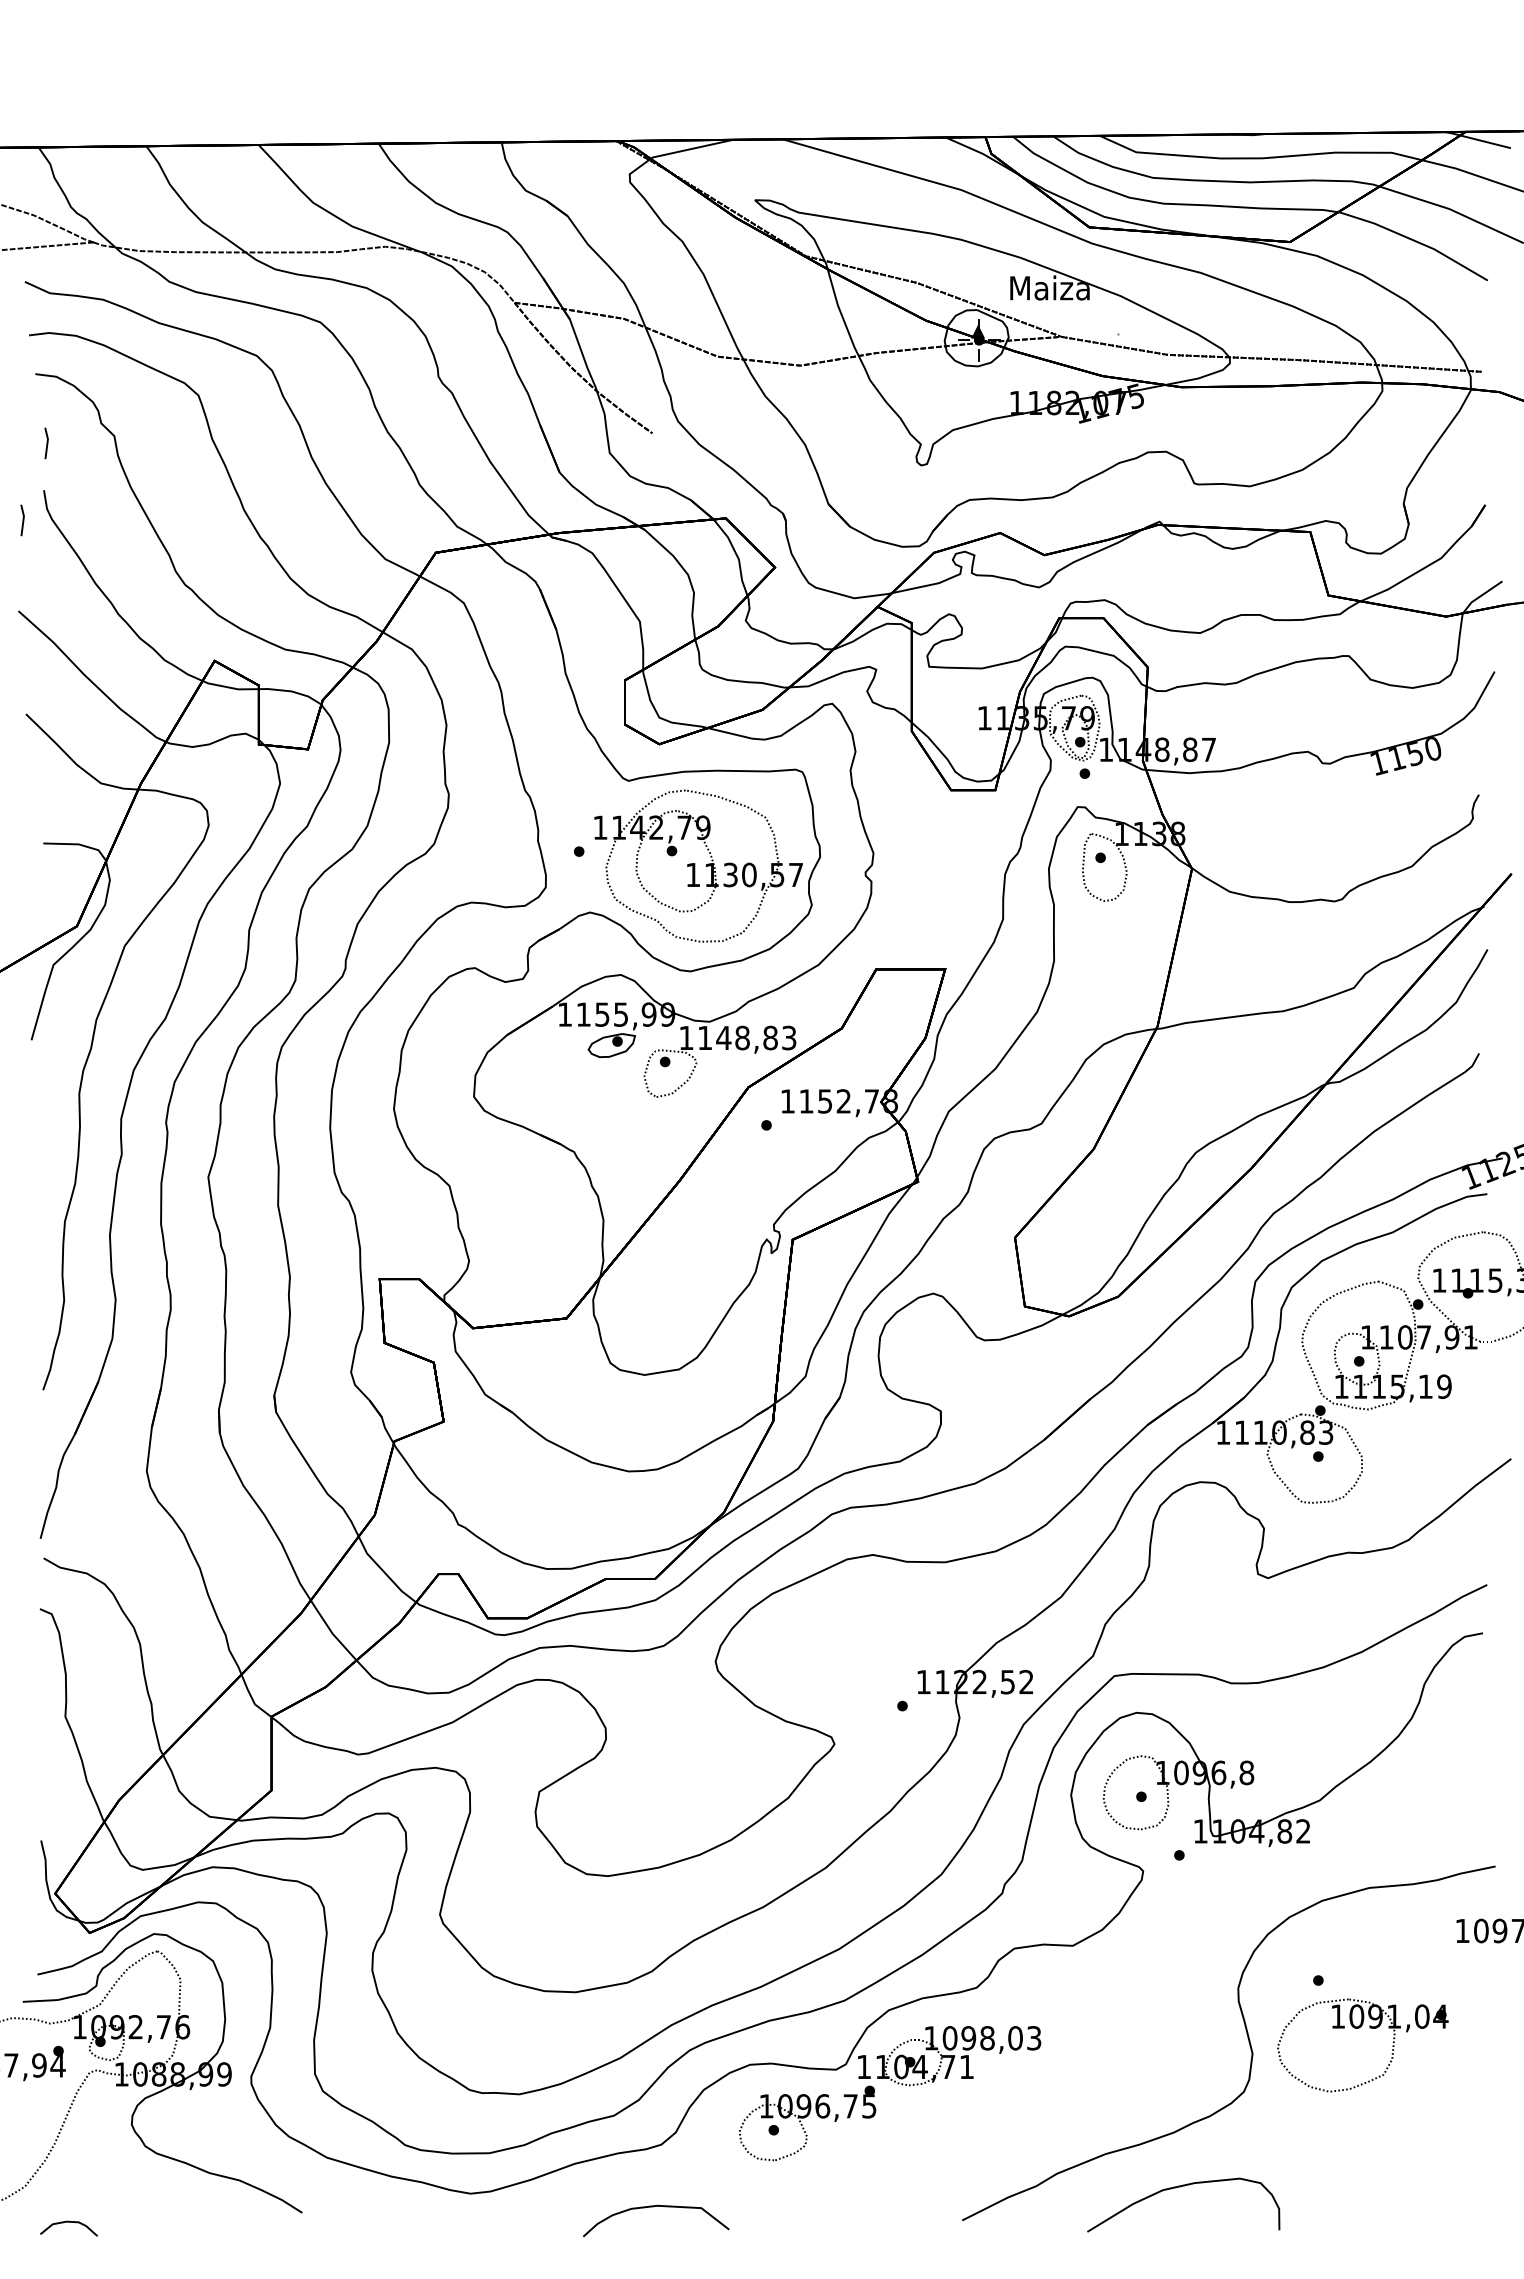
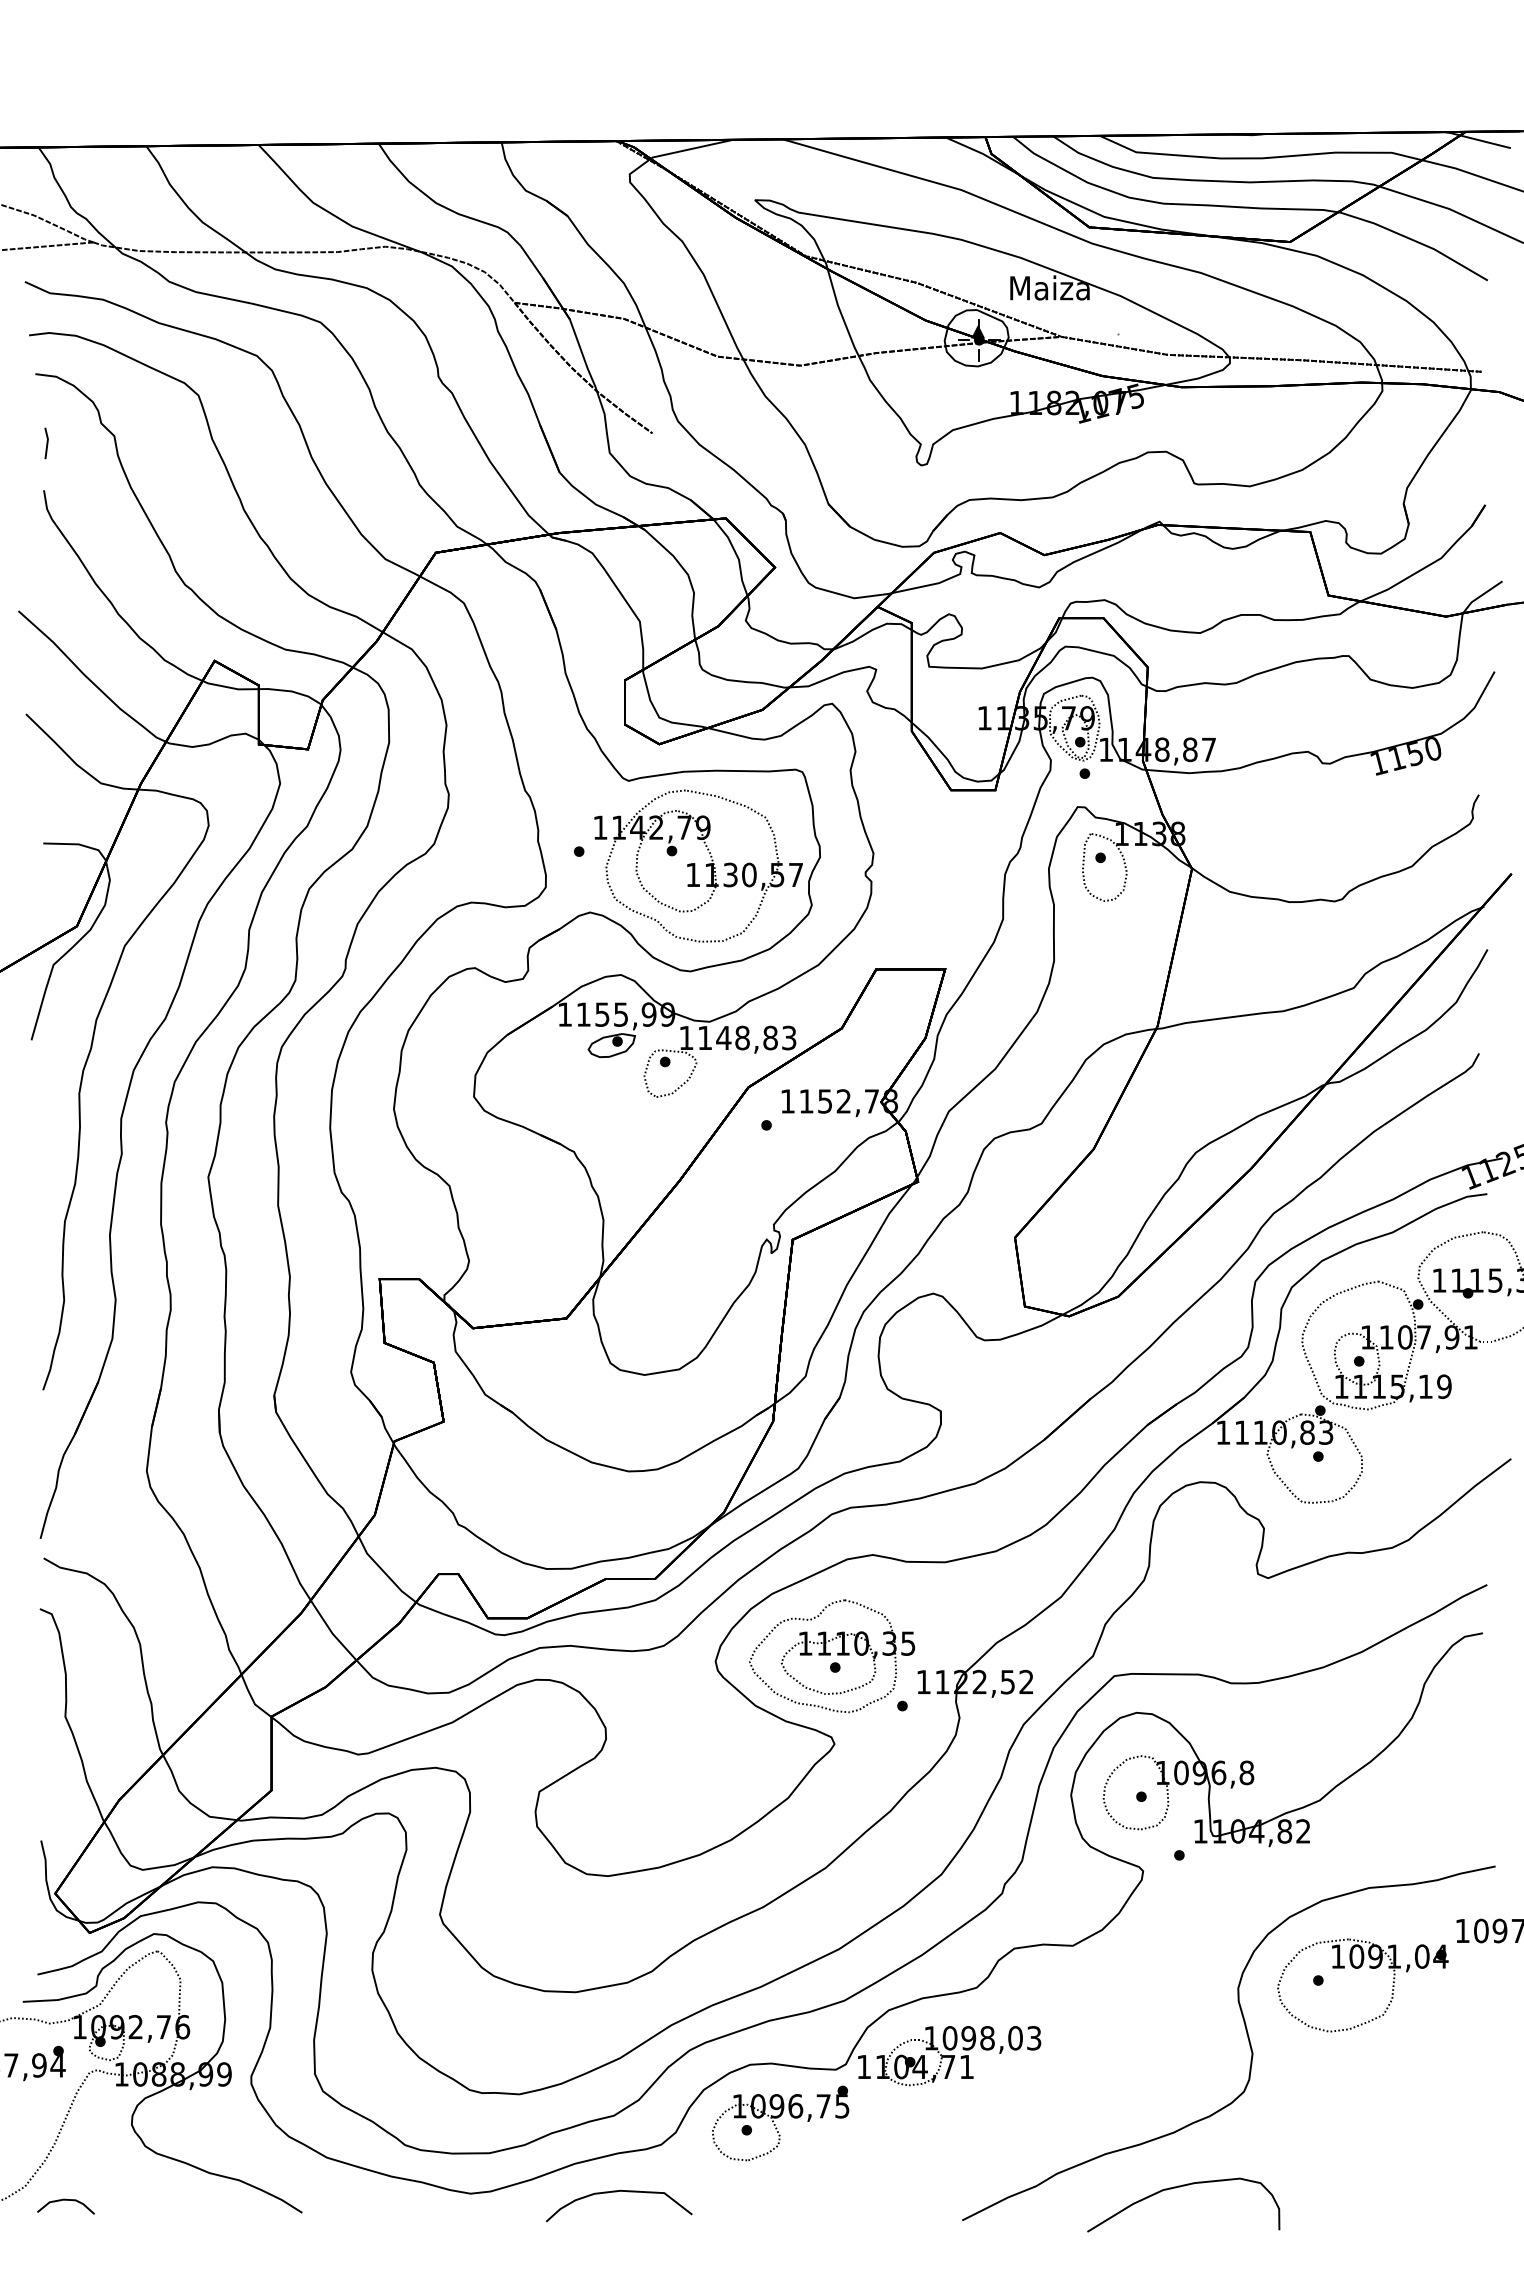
line at (22, 520): present -> none
part at (832, 1656): none -> present
part at (1359, 2028) position: (1359, 2028) -> (1359, 1968)
part at (807, 2123) position: (807, 2123) -> (780, 2123)
curve at (653, 2207) position: (653, 2207) -> (616, 2192)
curve at (68, 2222) position: (68, 2222) -> (65, 2200)
